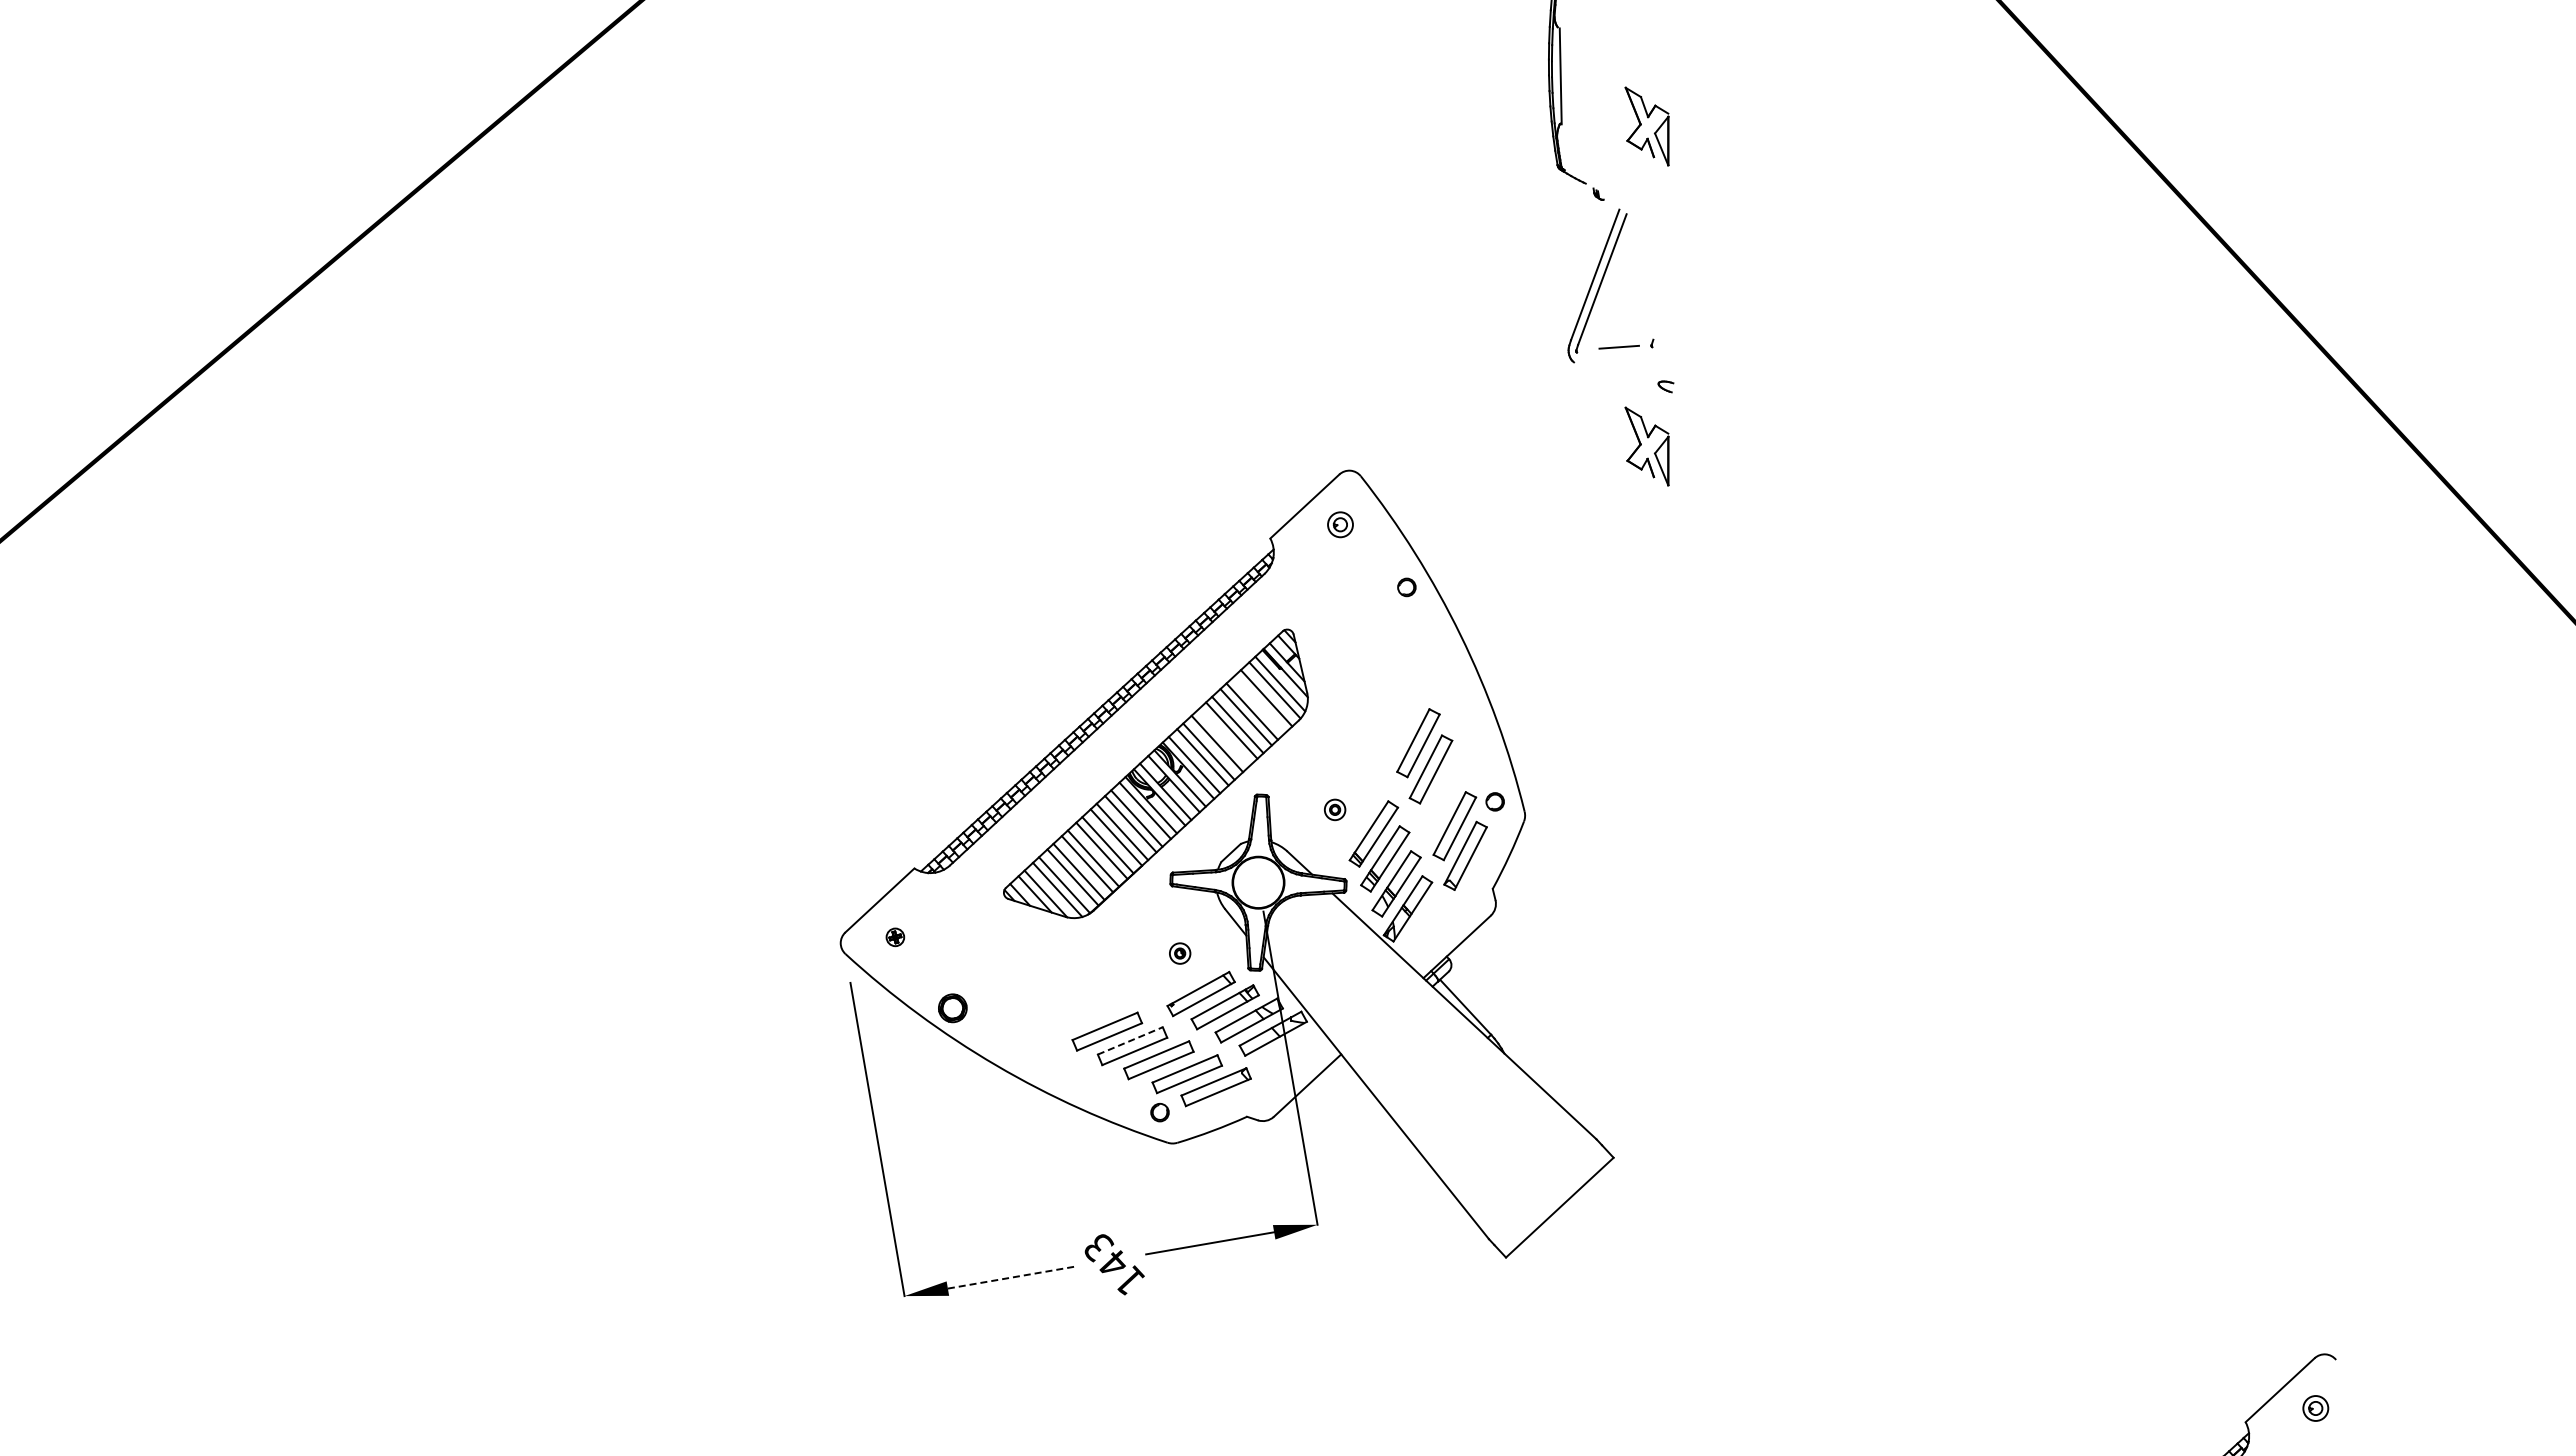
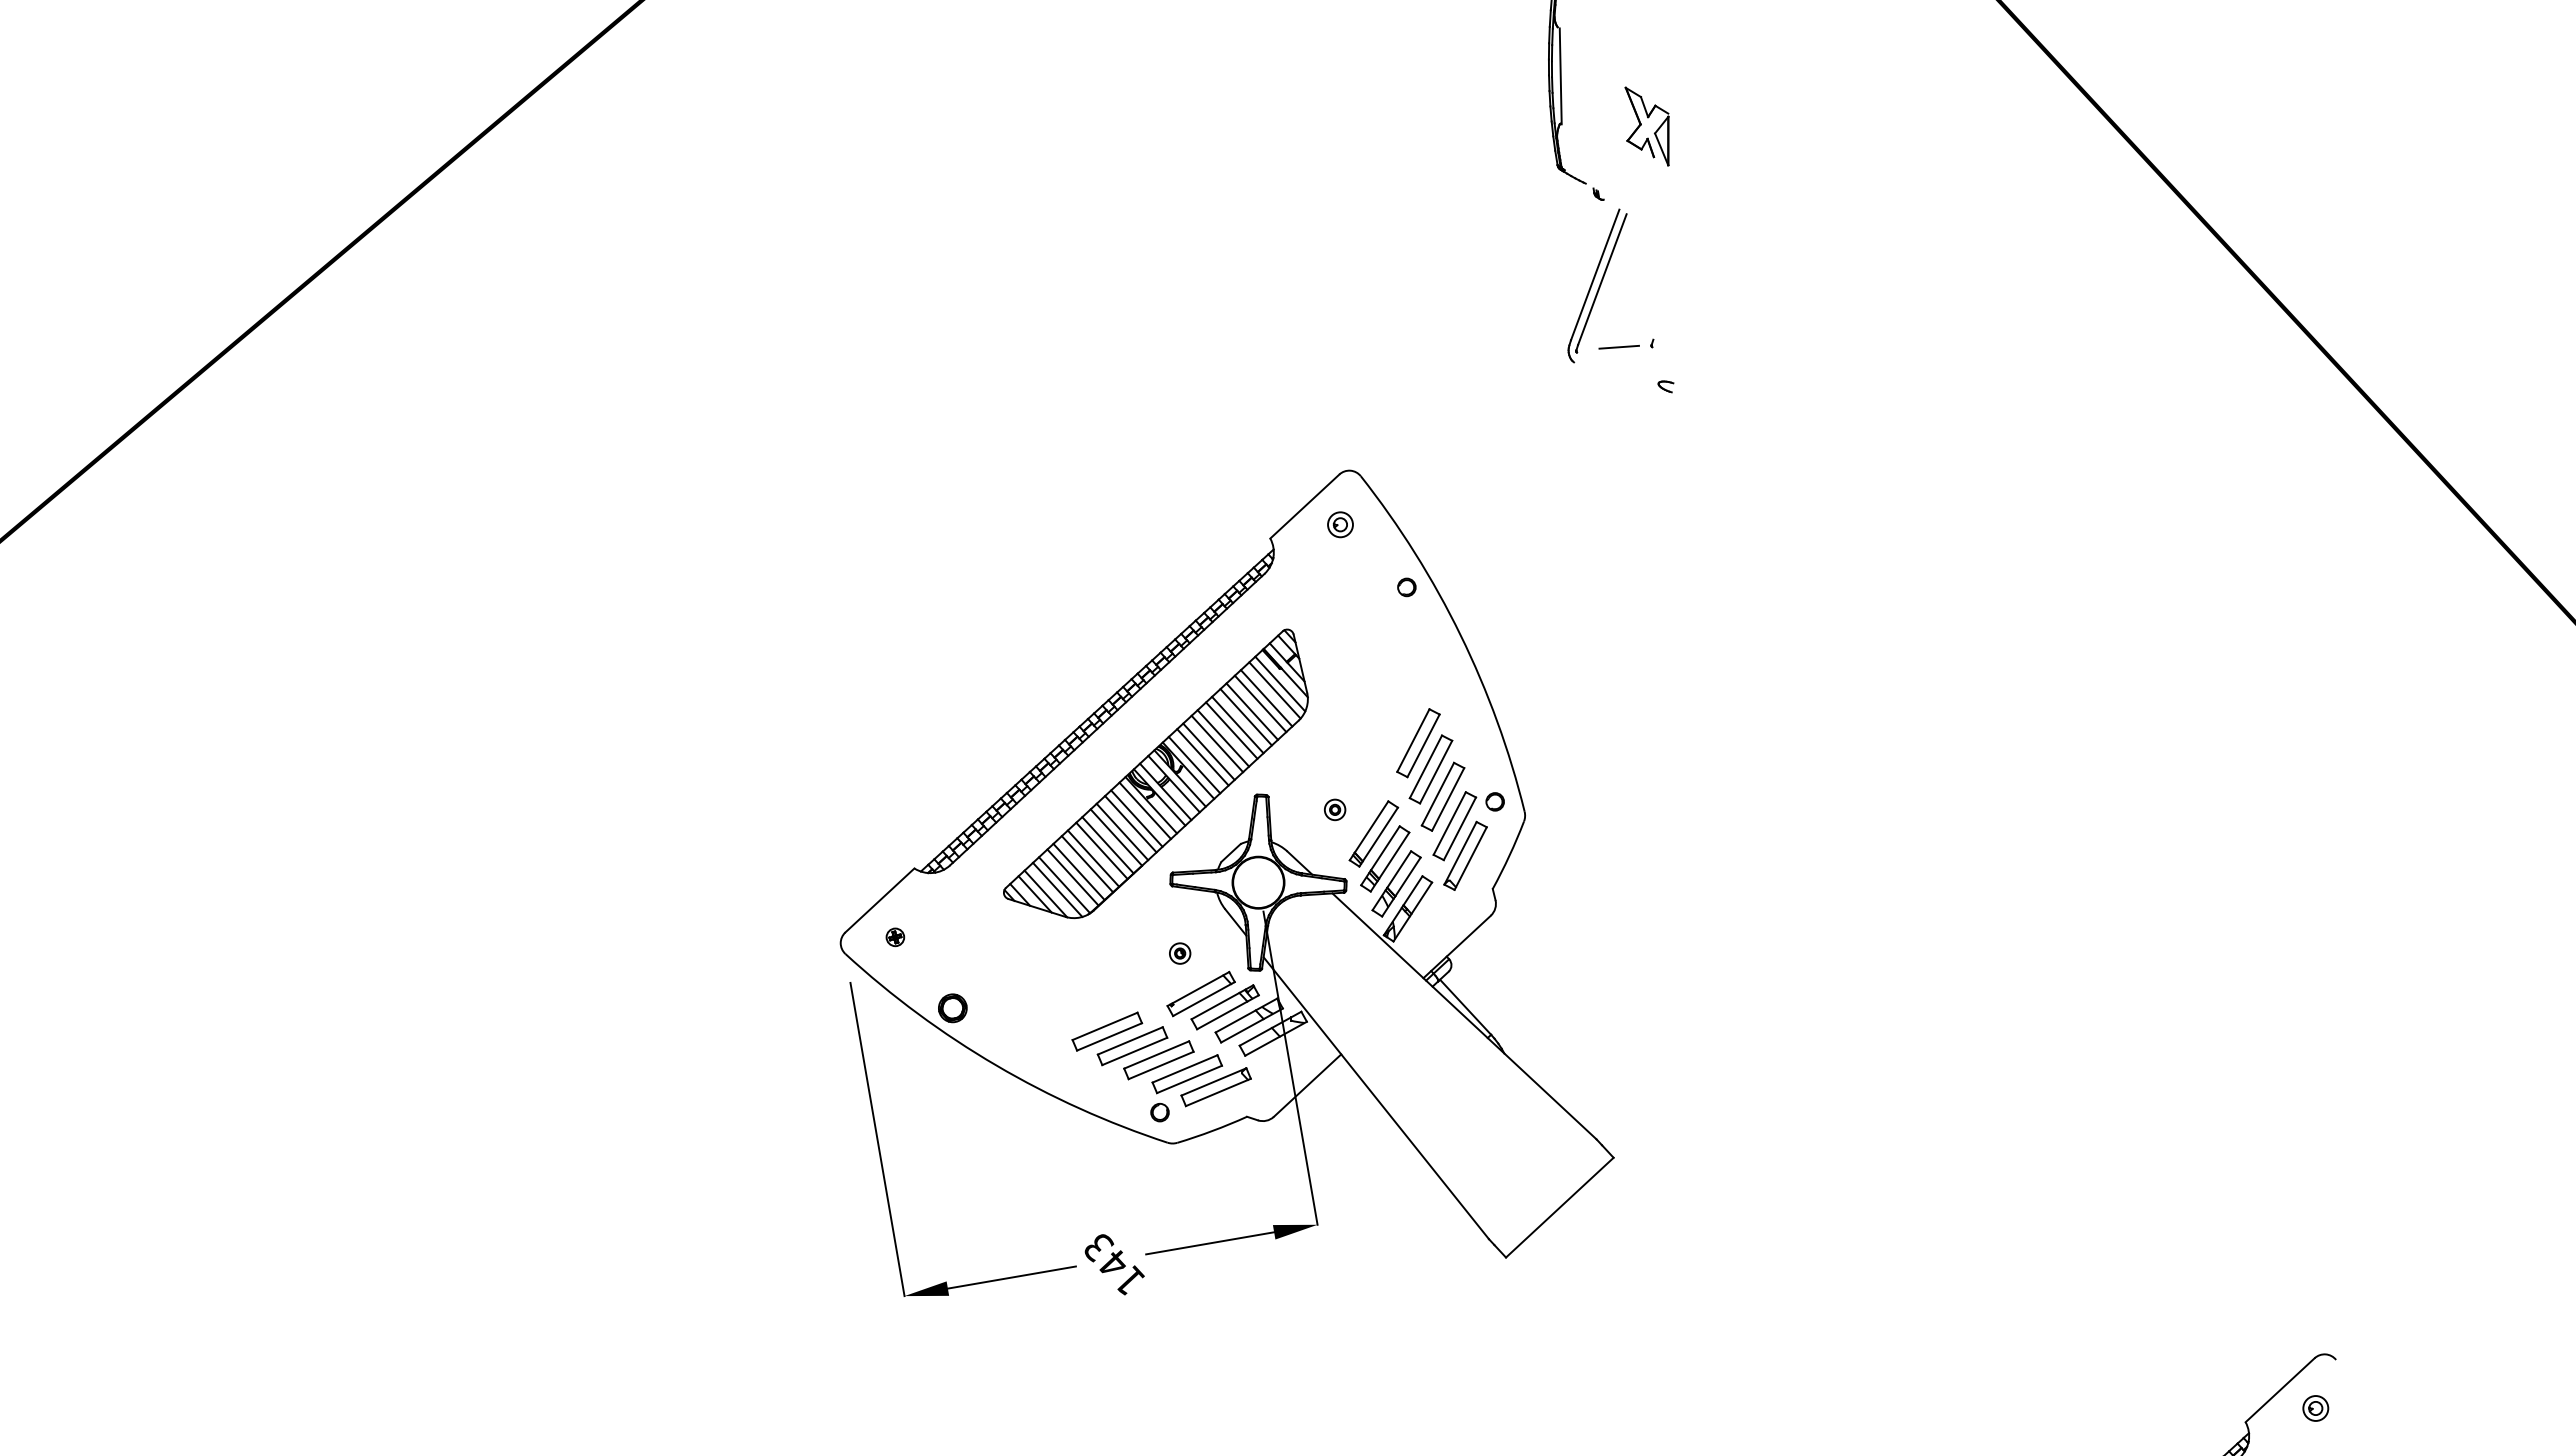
part at (1646, 446): present -> none
line at (1260, 703): none -> present
line at (1223, 738): none -> present
part at (1442, 796): none -> present
line at (1130, 1040): dashed -> solid
line at (1011, 1277): dashed -> solid
